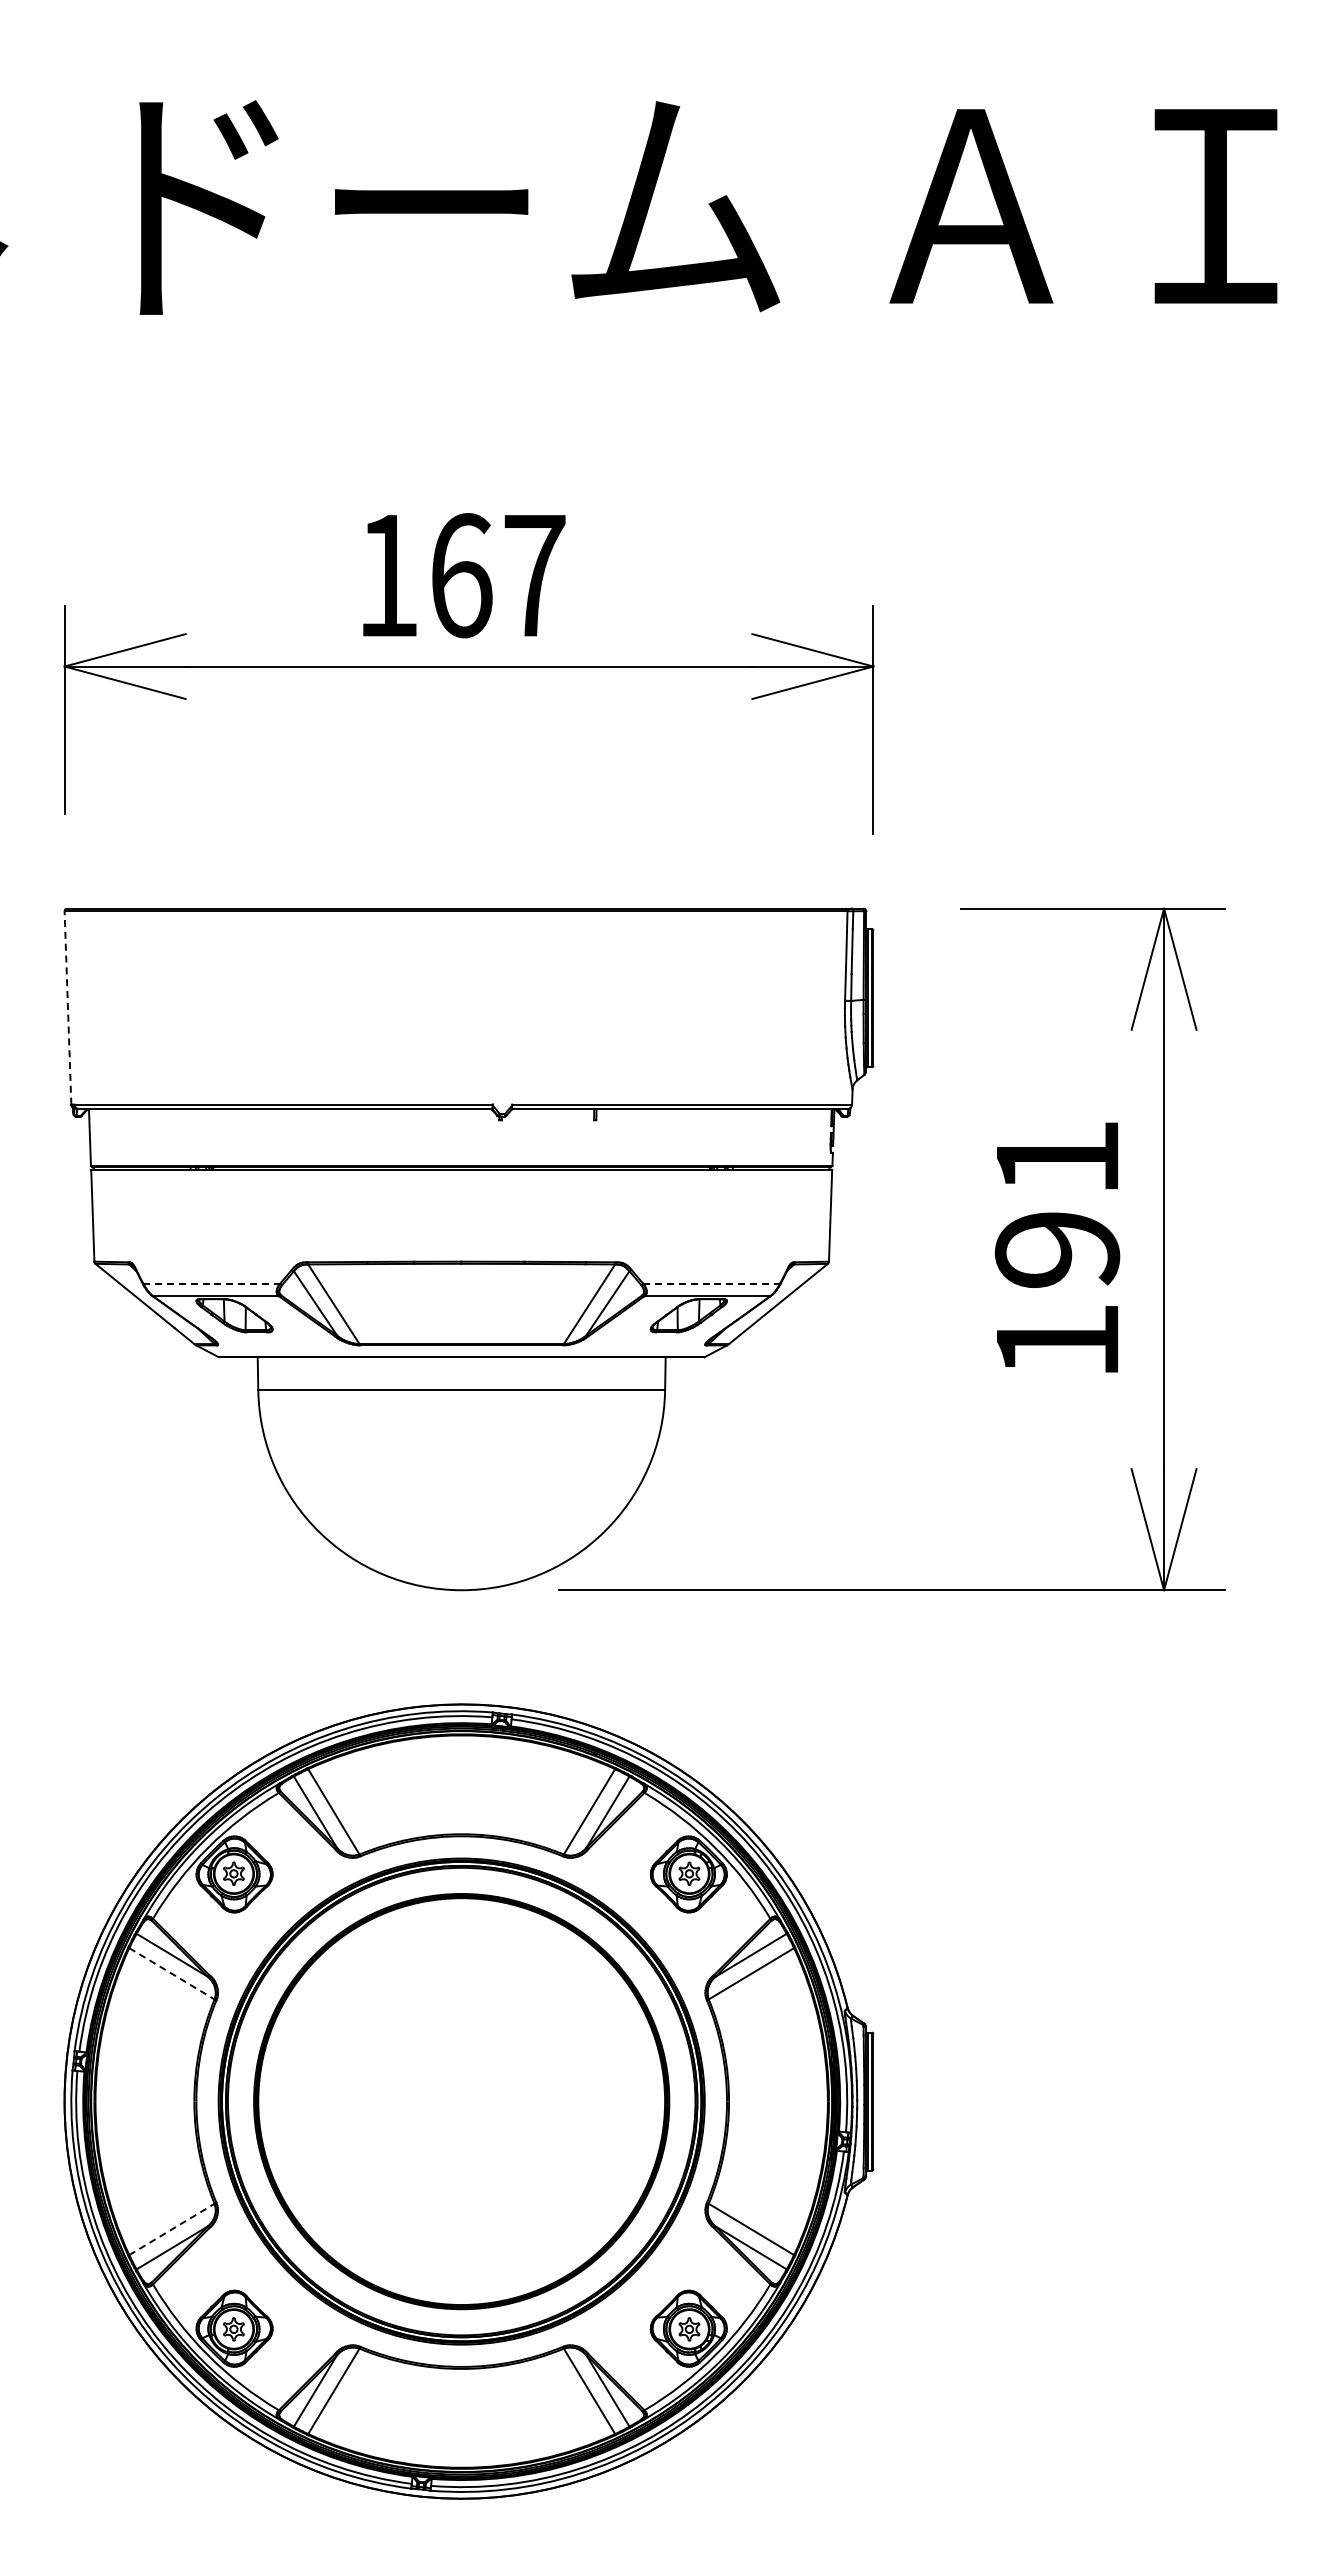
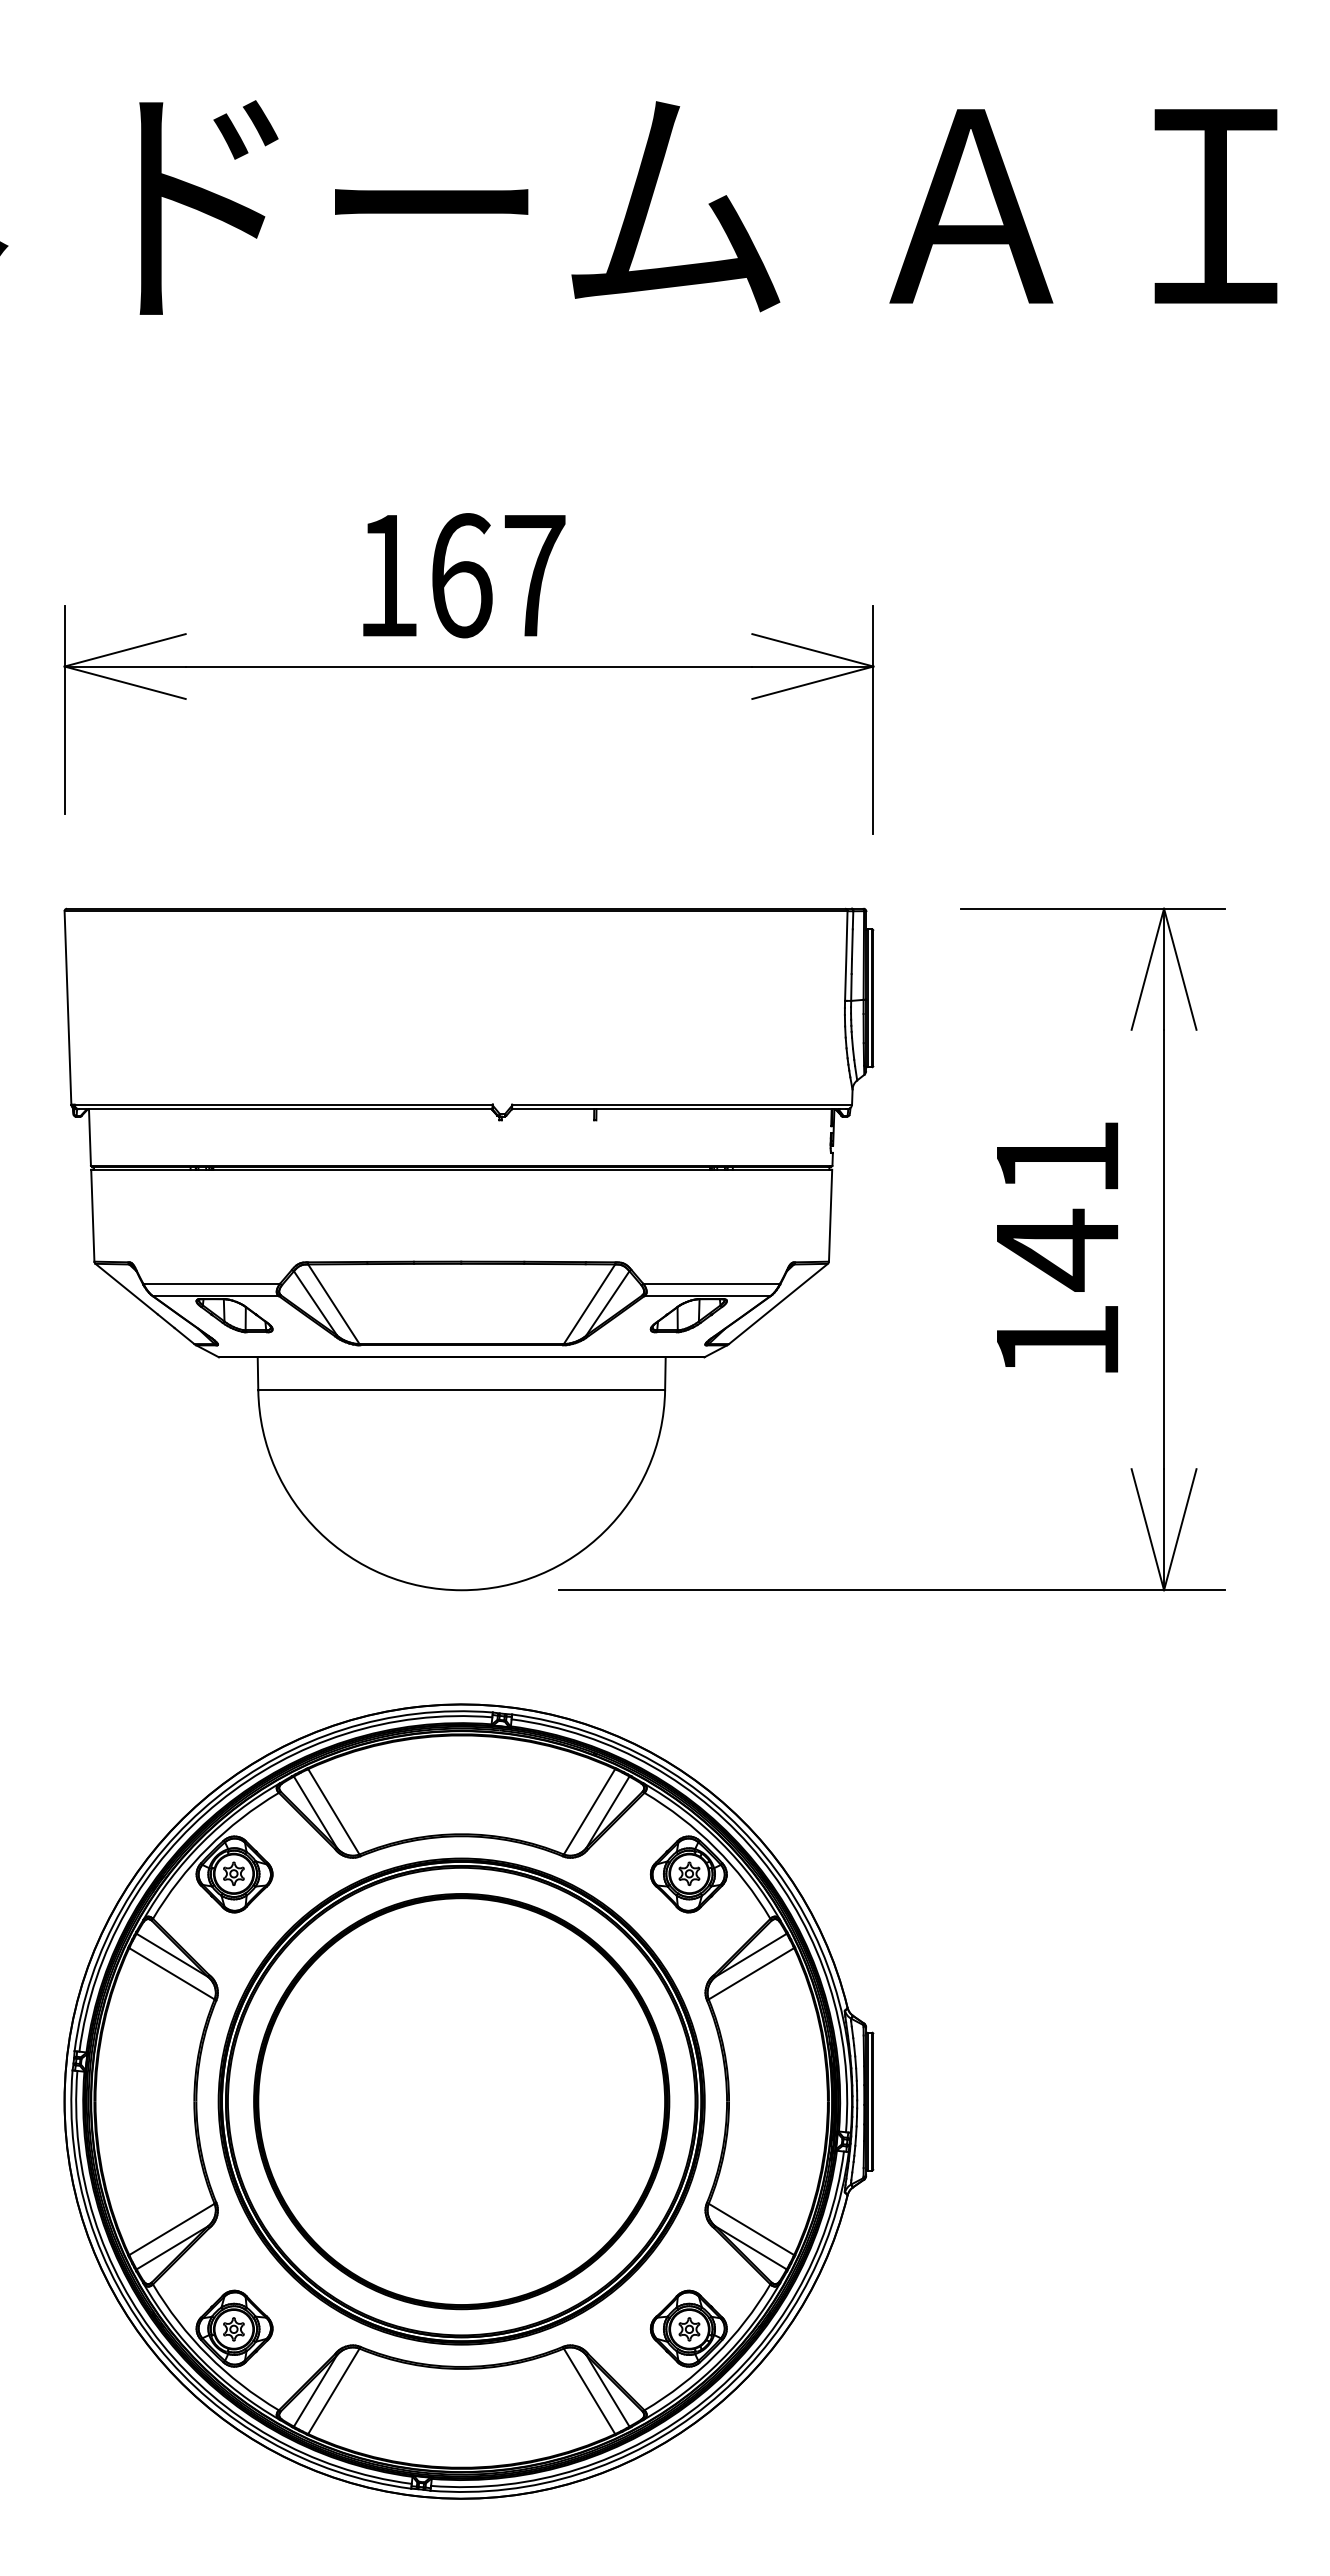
line at (67, 1007): dashed -> solid
text at (1057, 1249): 191 -> 141
line at (212, 1283): dashed -> solid
line at (712, 1283): dashed -> solid
line at (171, 1973): dashed -> solid
line at (171, 2229): dashed -> solid
